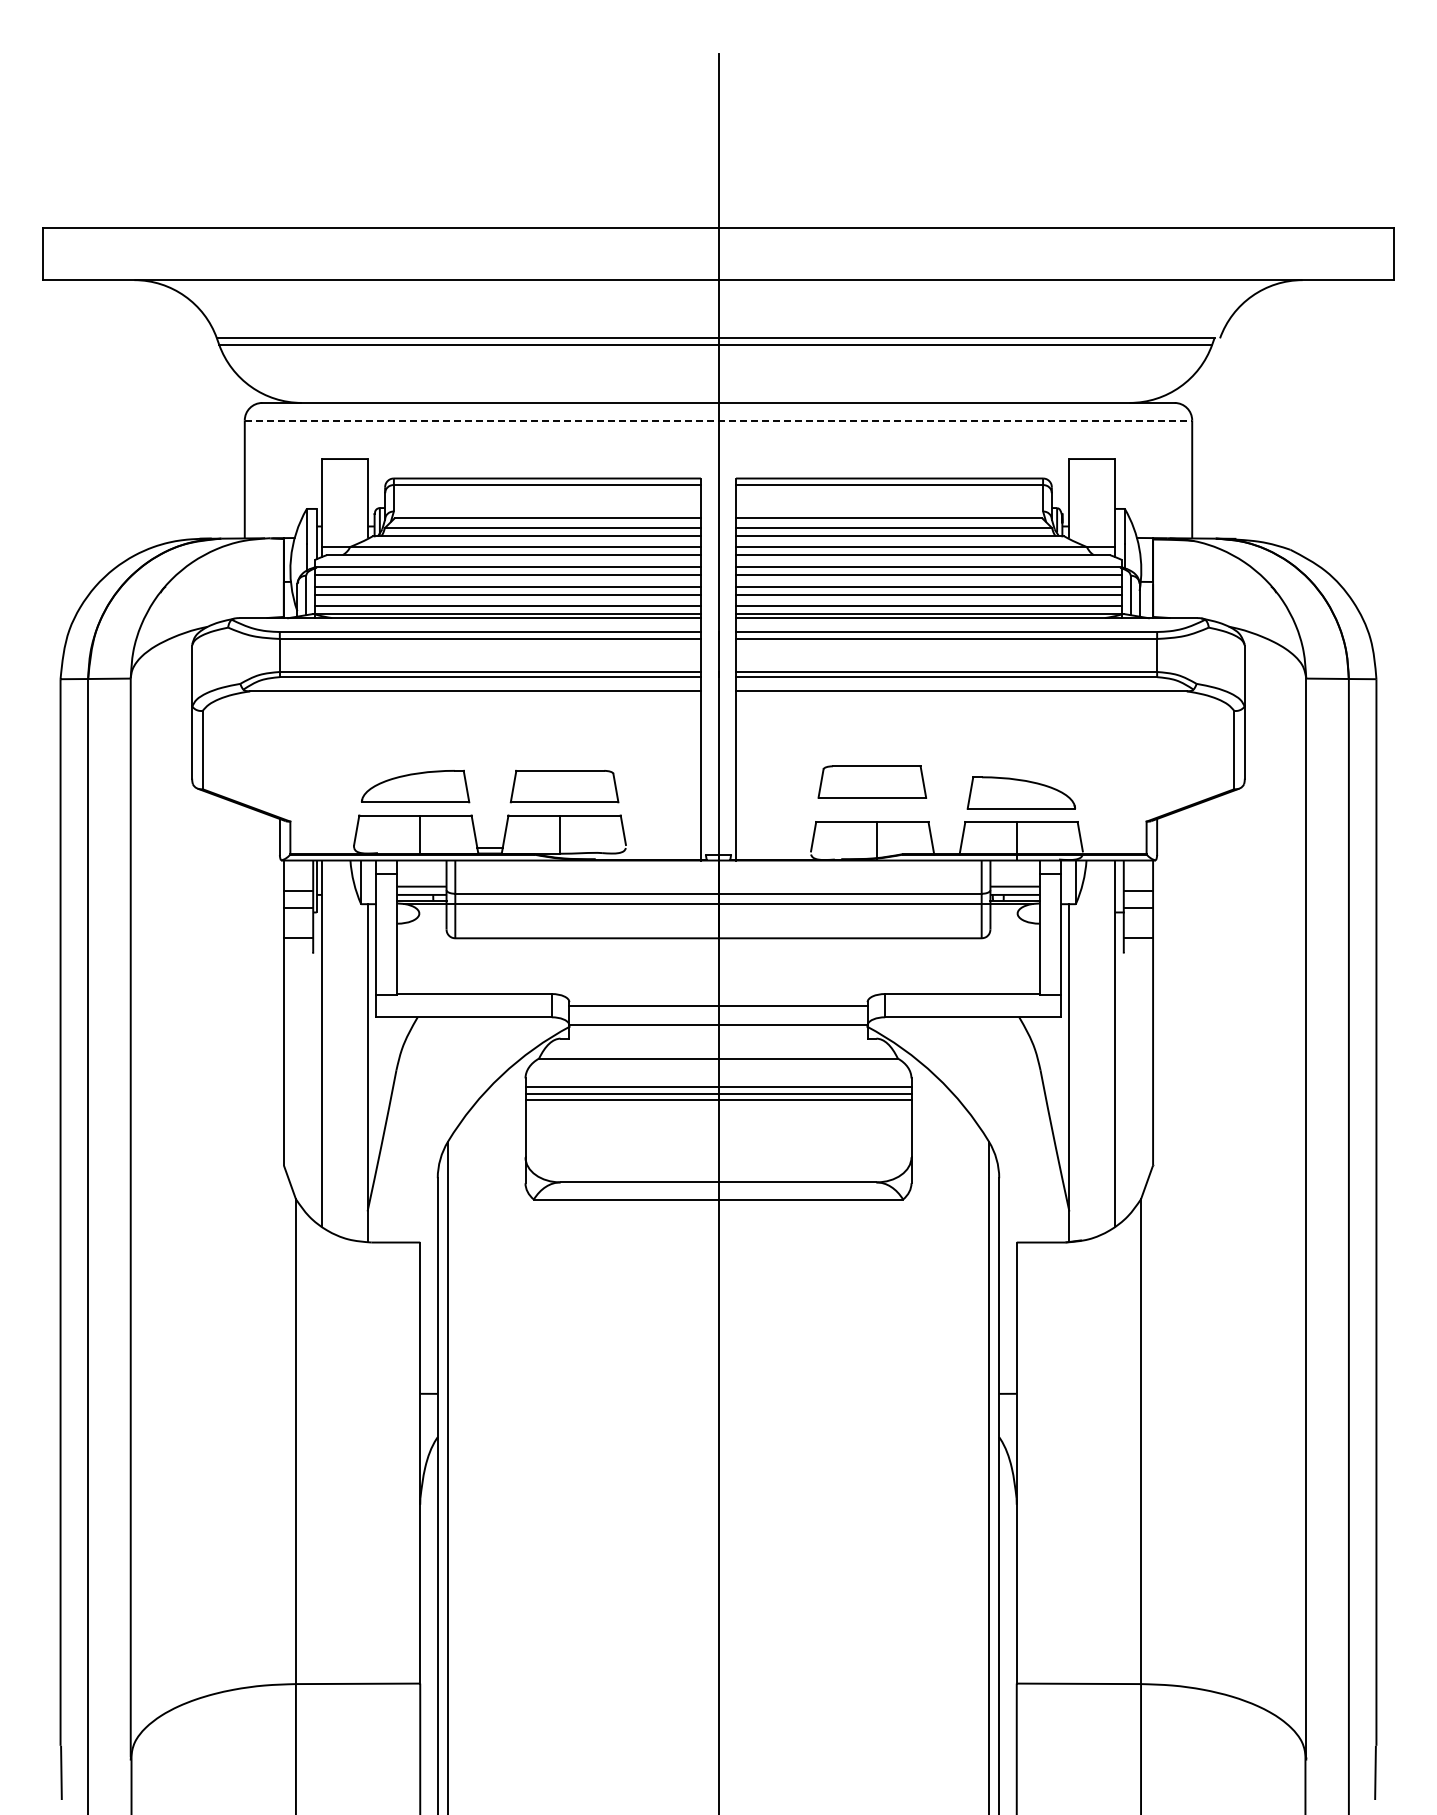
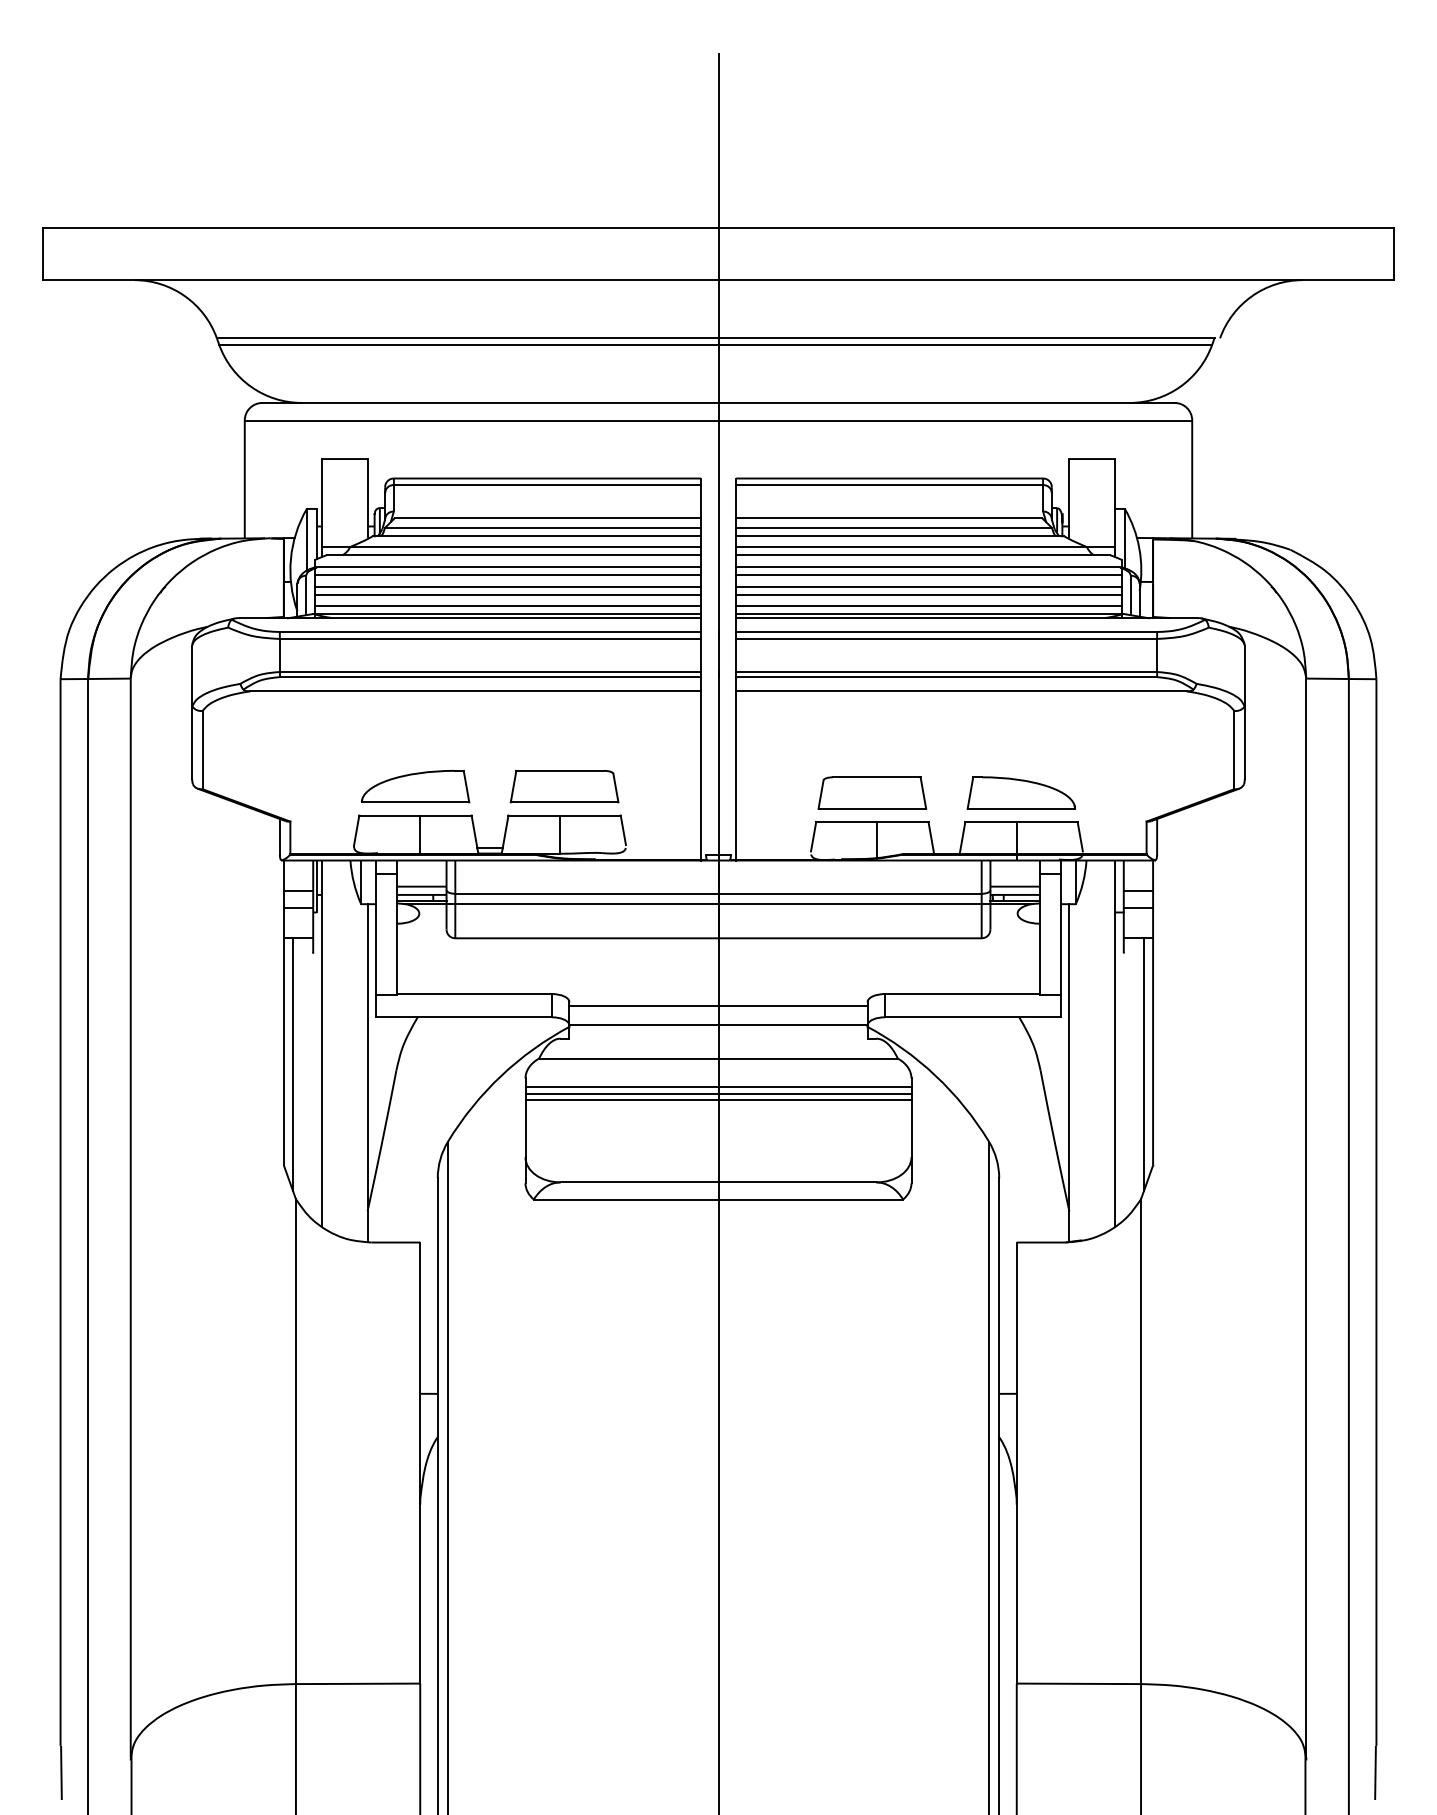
line at (718, 420): dashed -> solid
part at (872, 781) position: (872, 781) -> (872, 792)
line at (292, 1064): none -> present
line at (1144, 1064): none -> present
